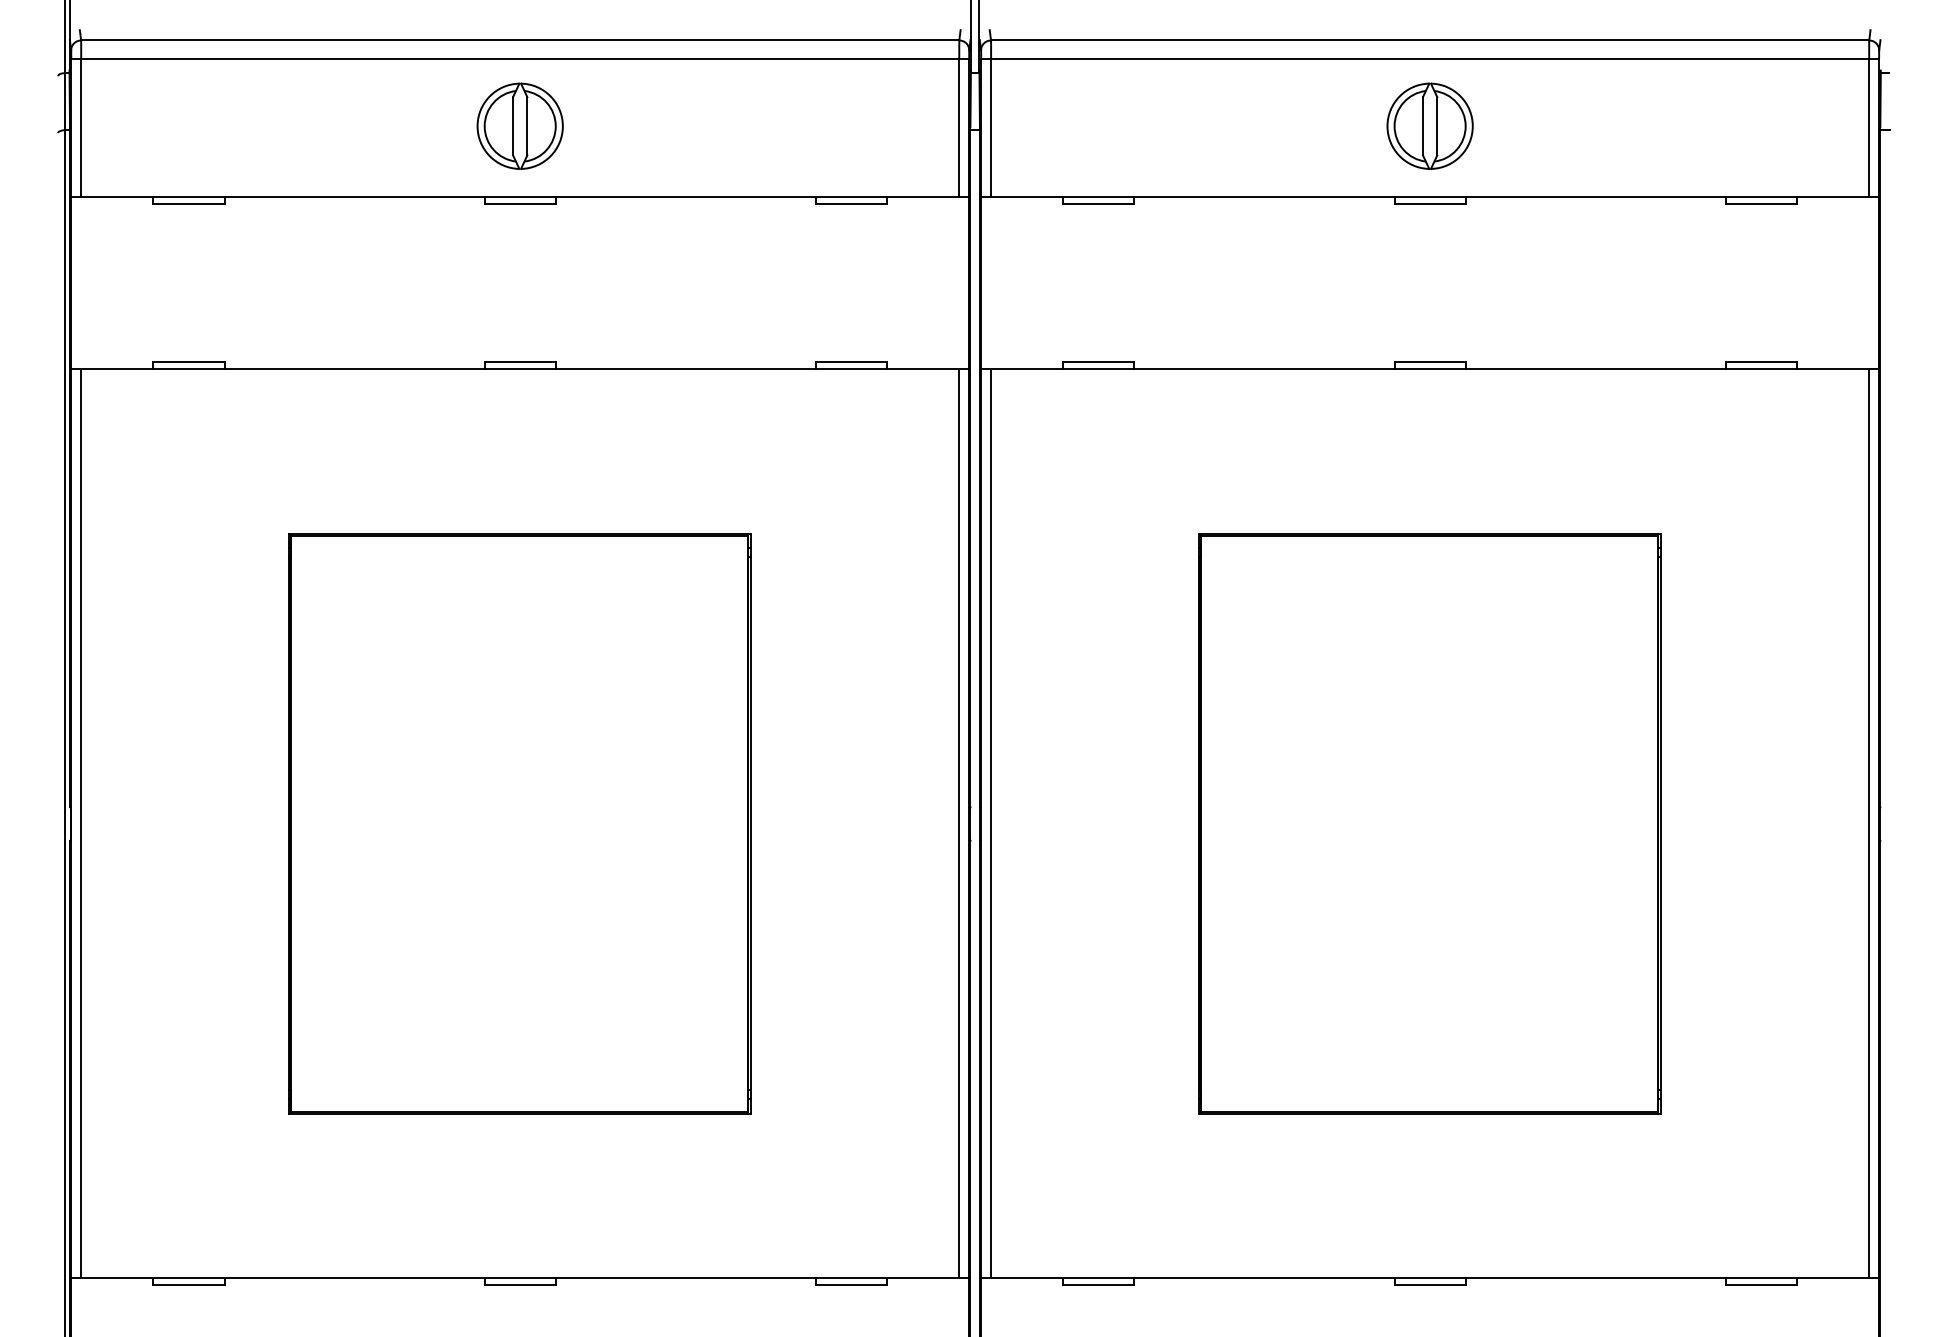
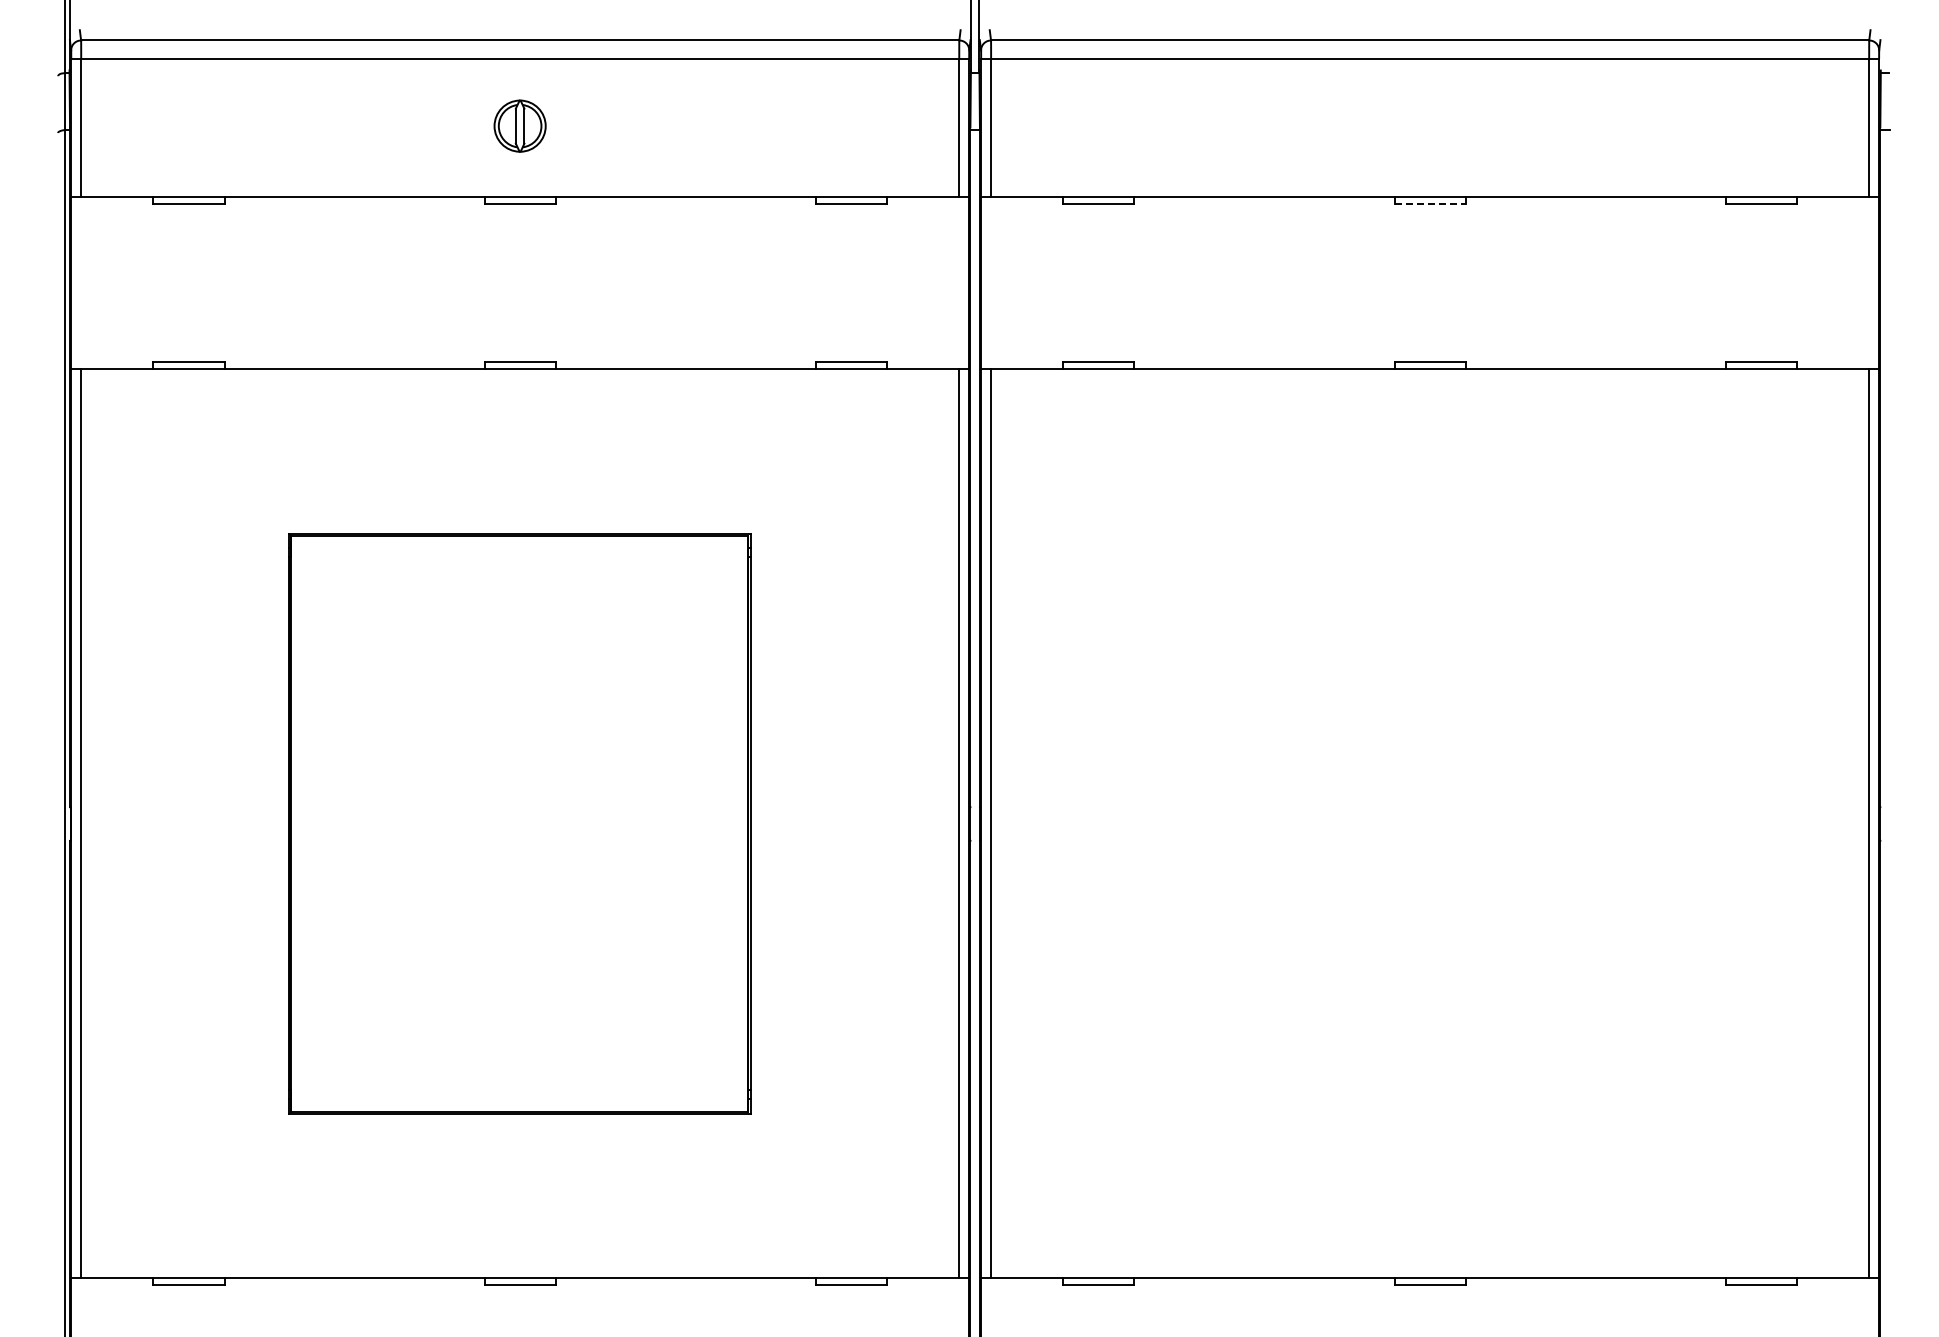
part at (519, 125) size: 88x88 px -> 54x54 px
part at (1429, 125): present -> none
line at (1430, 204): solid -> dashed
part at (1429, 823): present -> none
